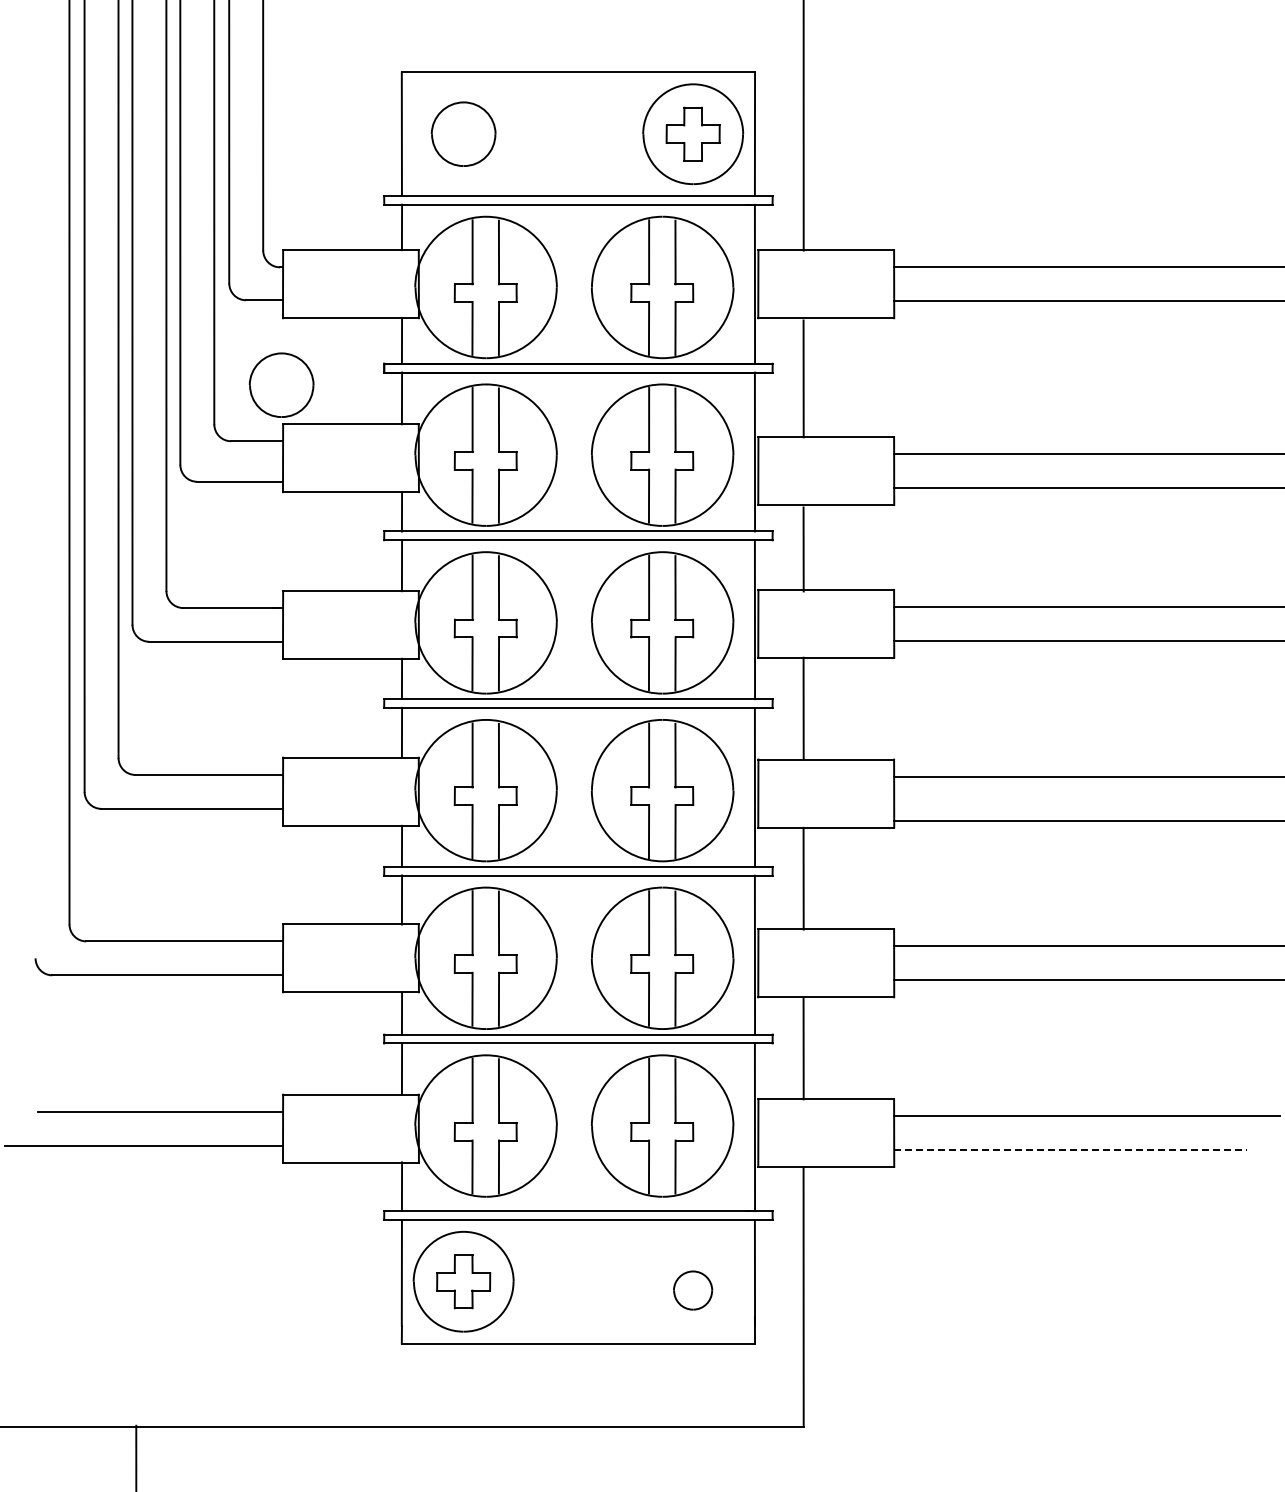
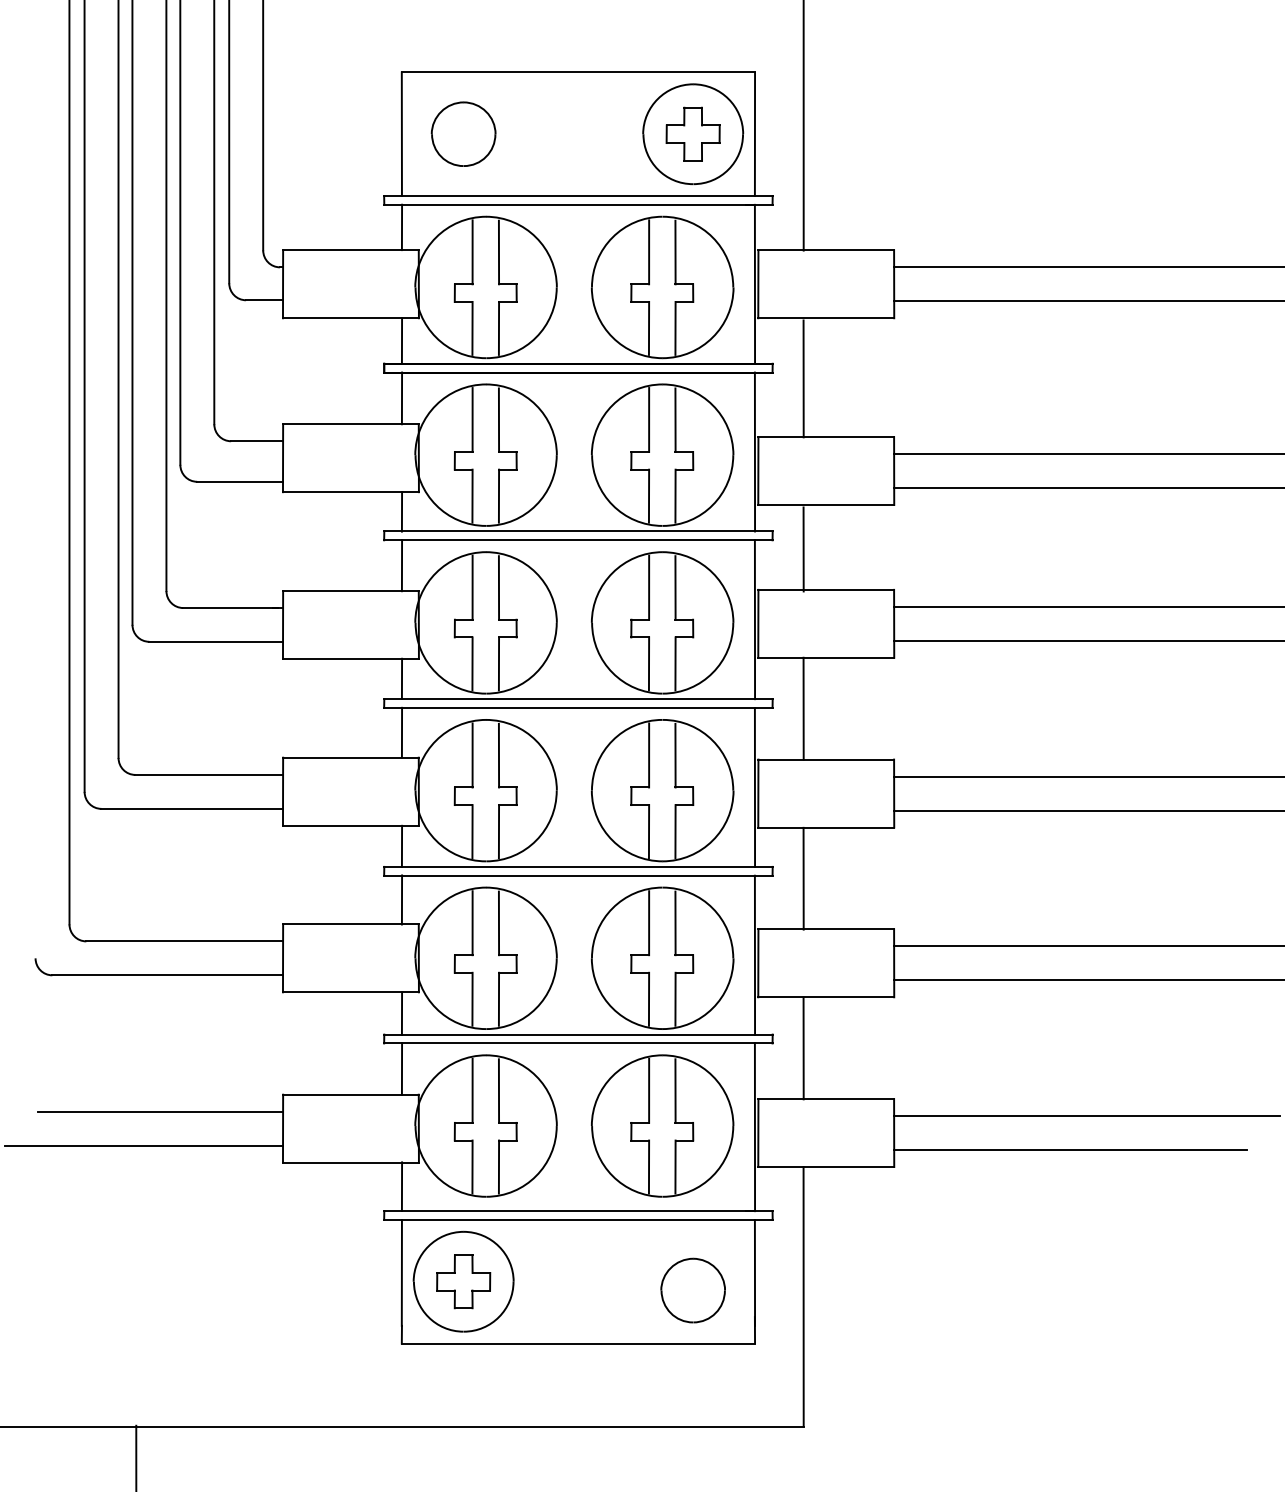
part at (281, 384): present -> none
line at (1087, 820) position: (1087, 820) -> (1087, 810)
line at (1070, 1150): dashed -> solid
part at (693, 1290) size: 41x41 px -> 66x67 px
